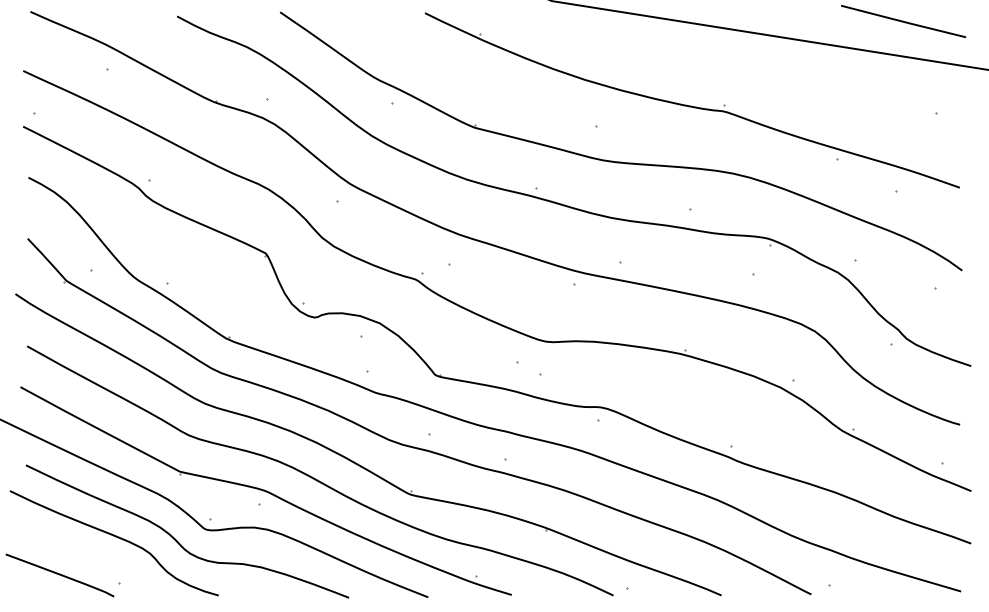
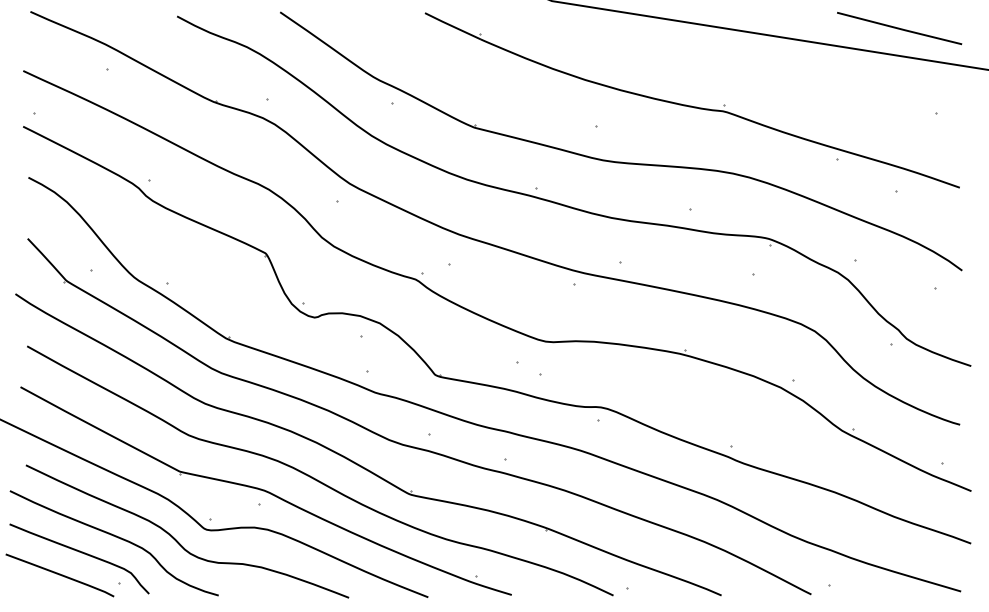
line at (903, 21) position: (903, 21) -> (899, 28)
curve at (81, 553): none -> present
